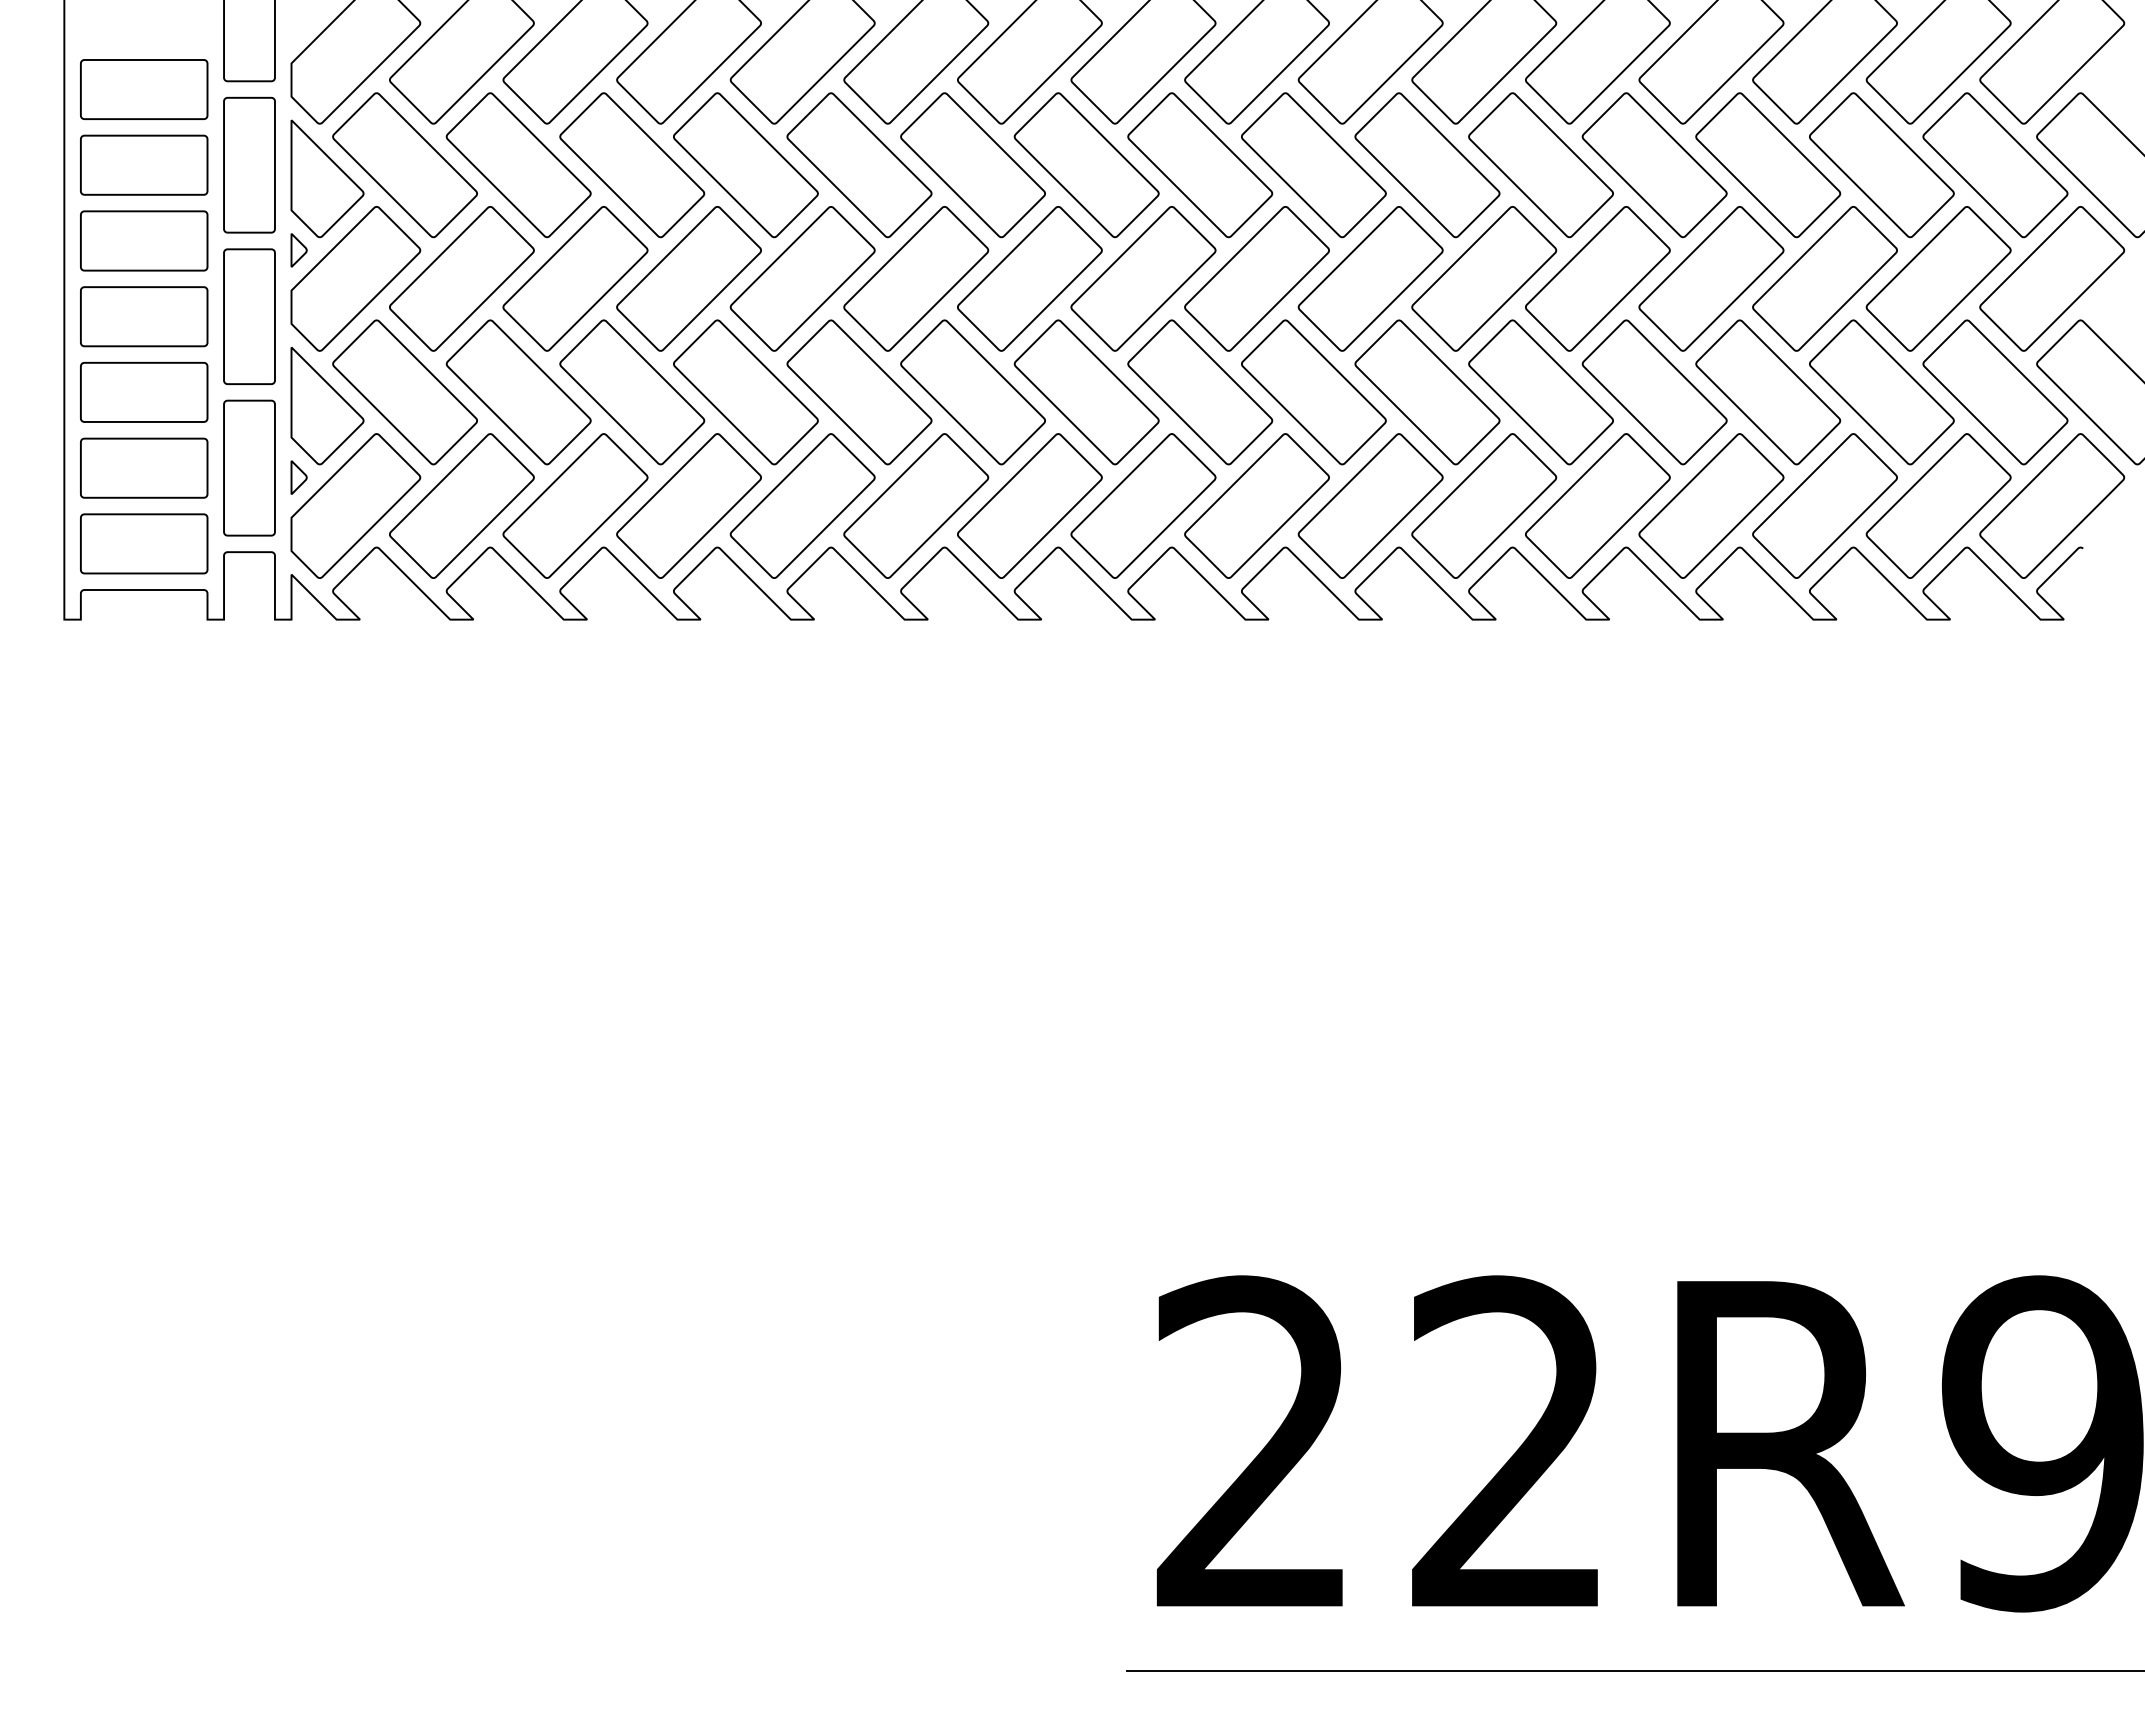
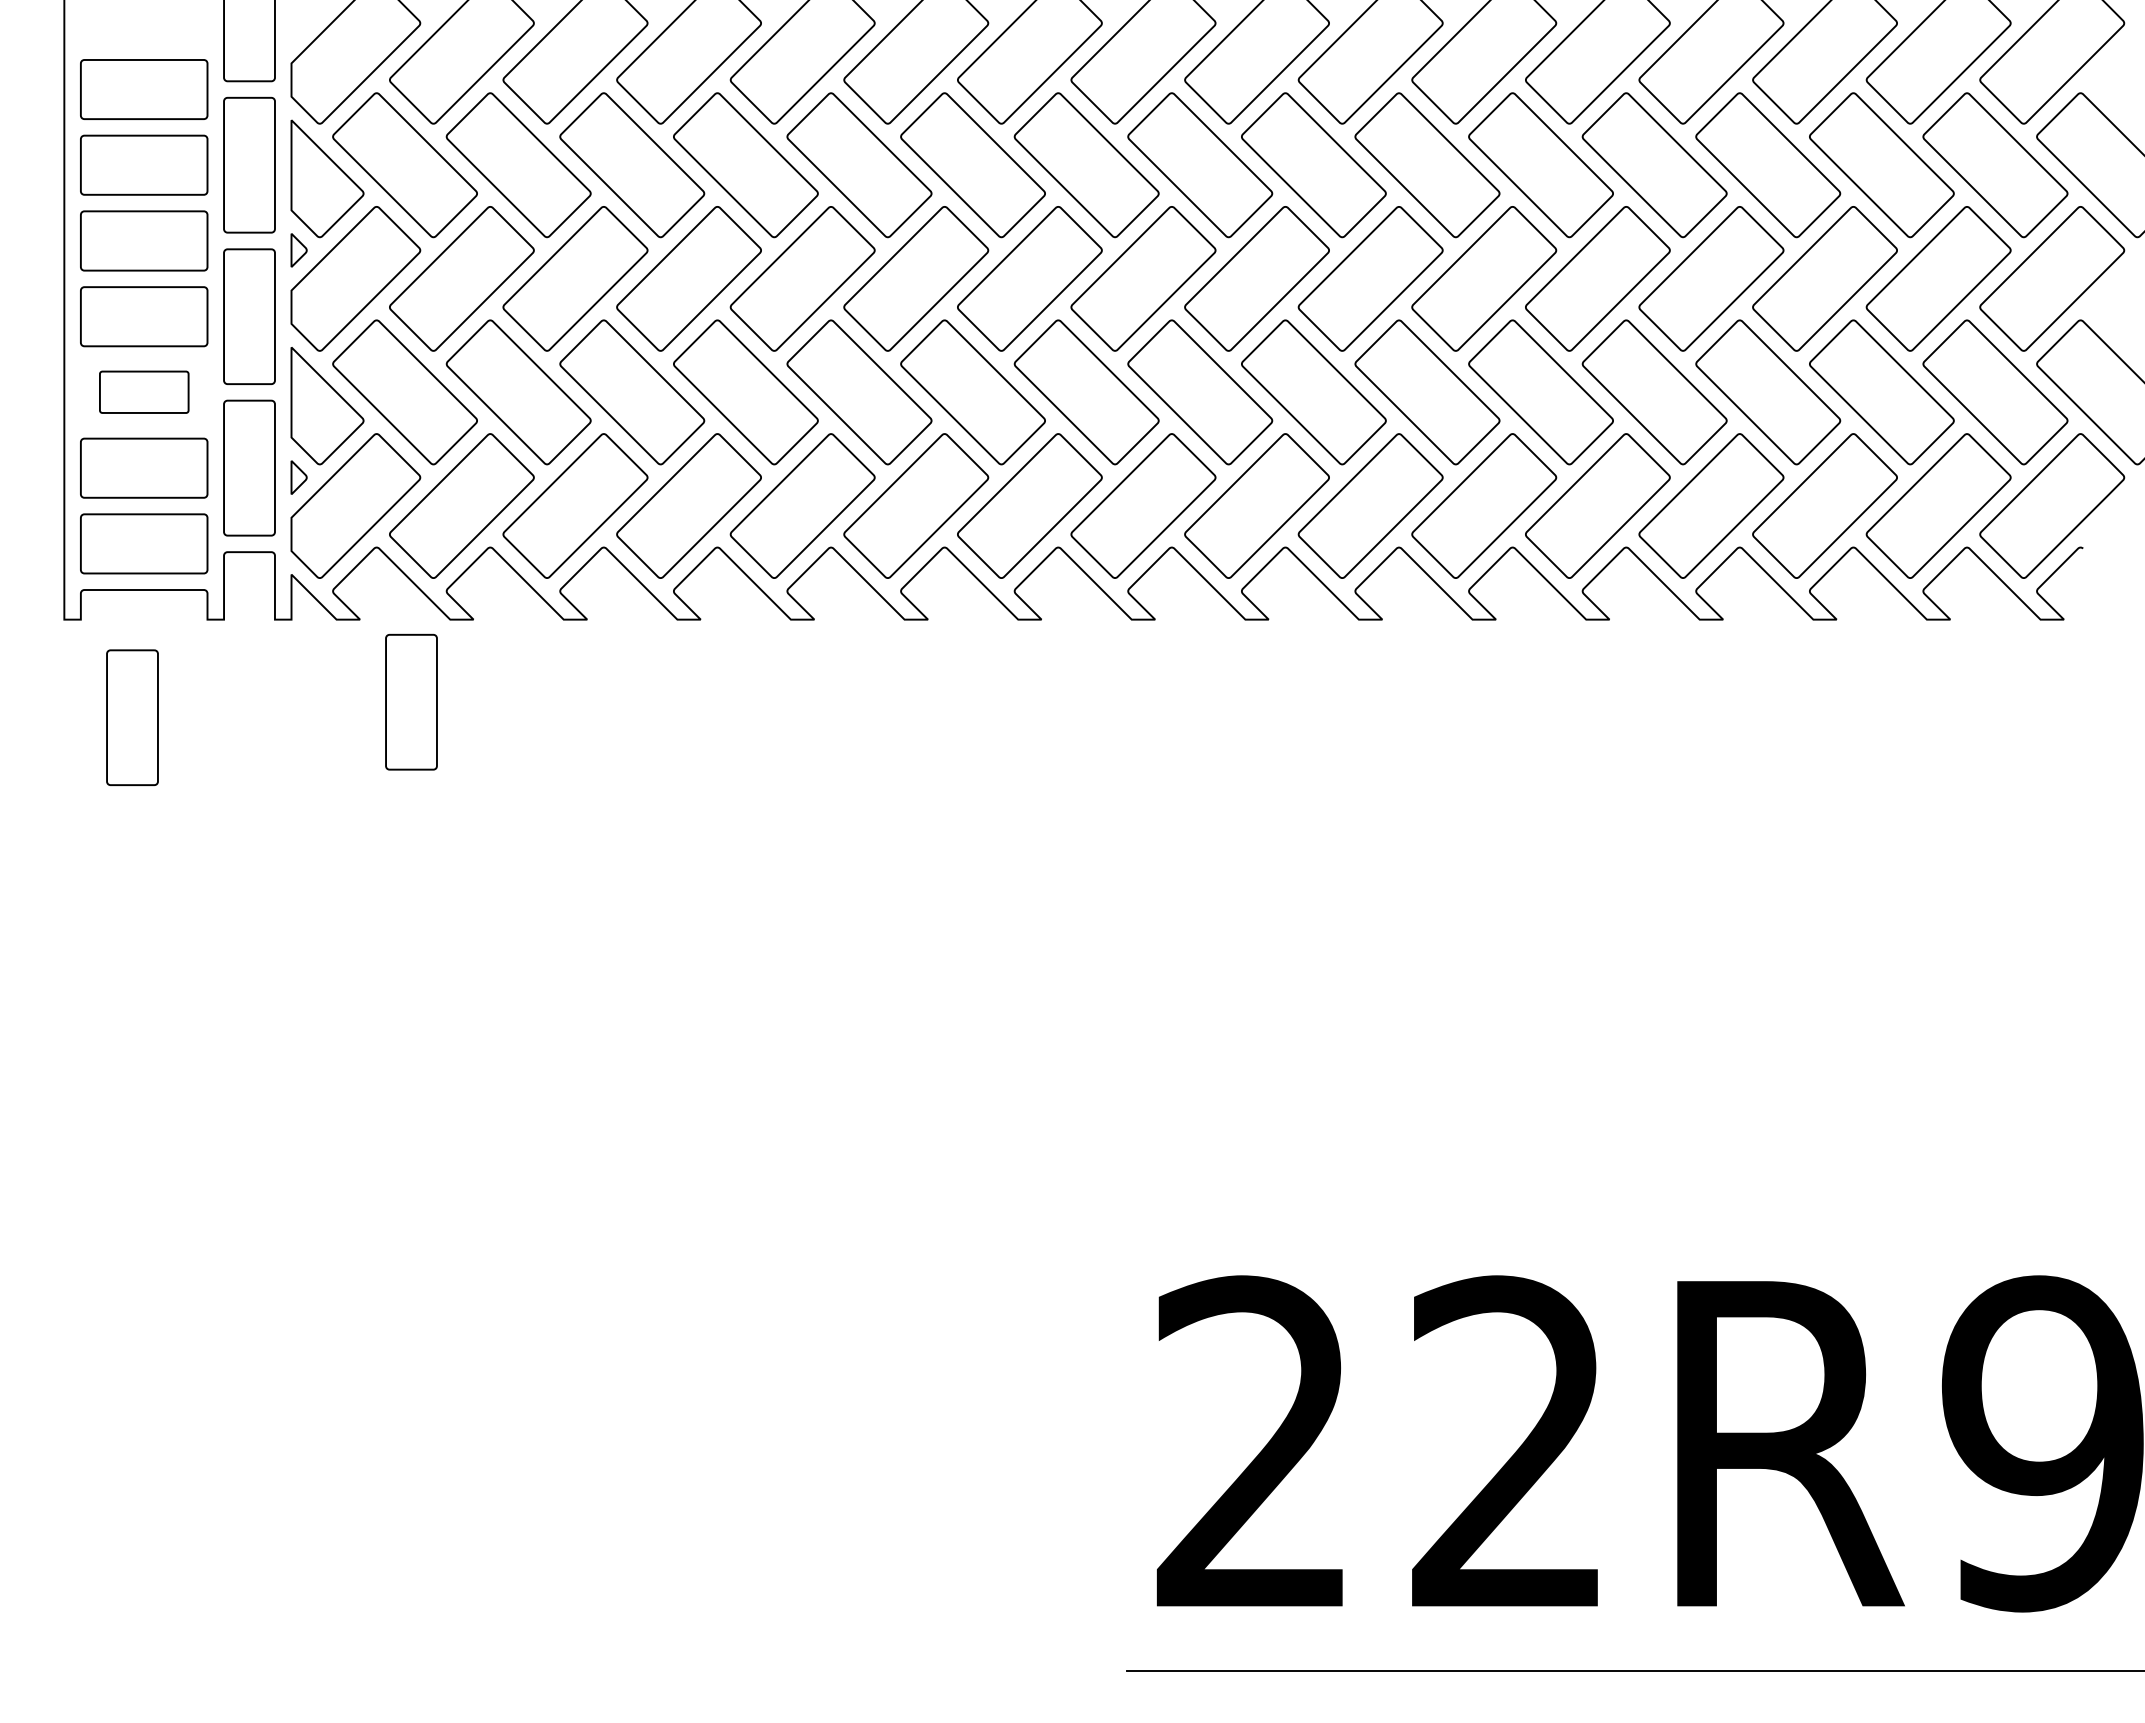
part at (144, 391) size: 129x62 px -> 91x44 px
part at (411, 701): none -> present
part at (132, 717): none -> present
